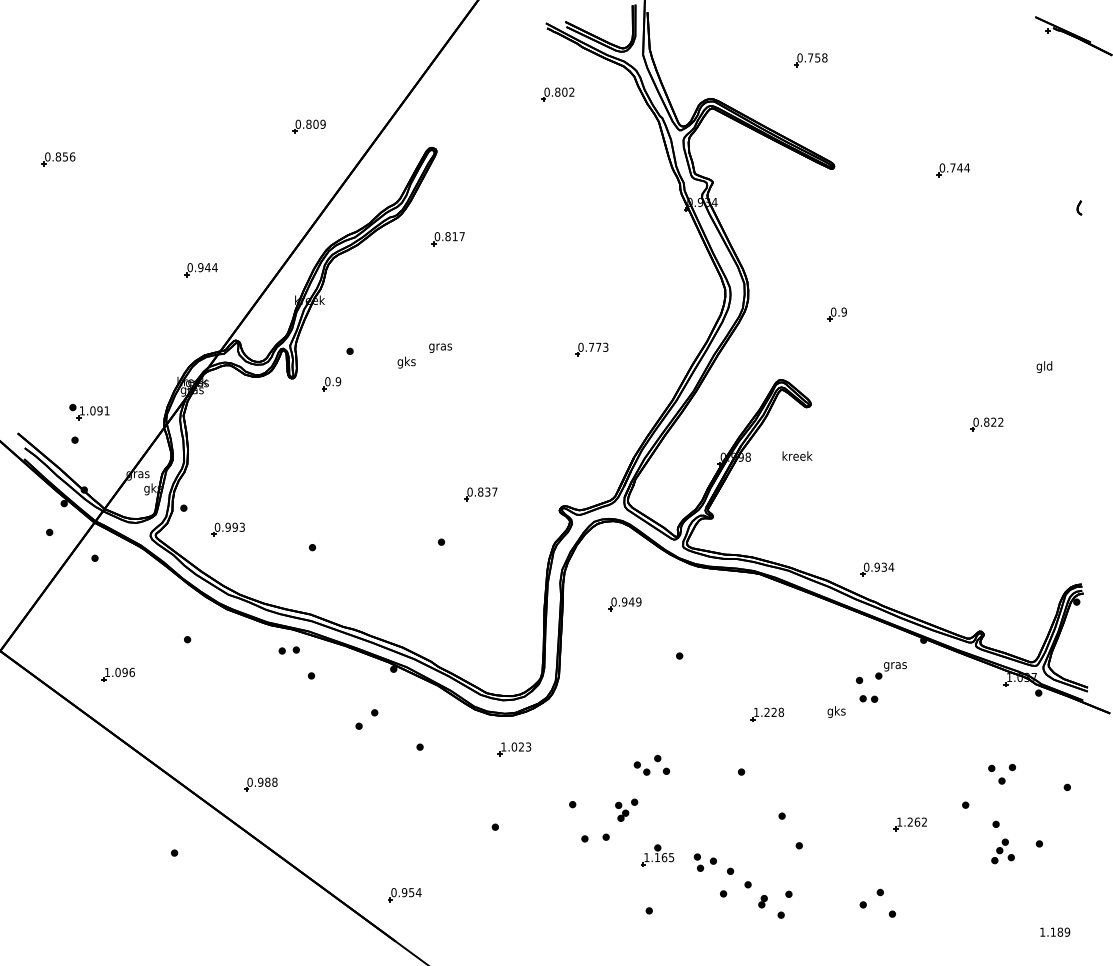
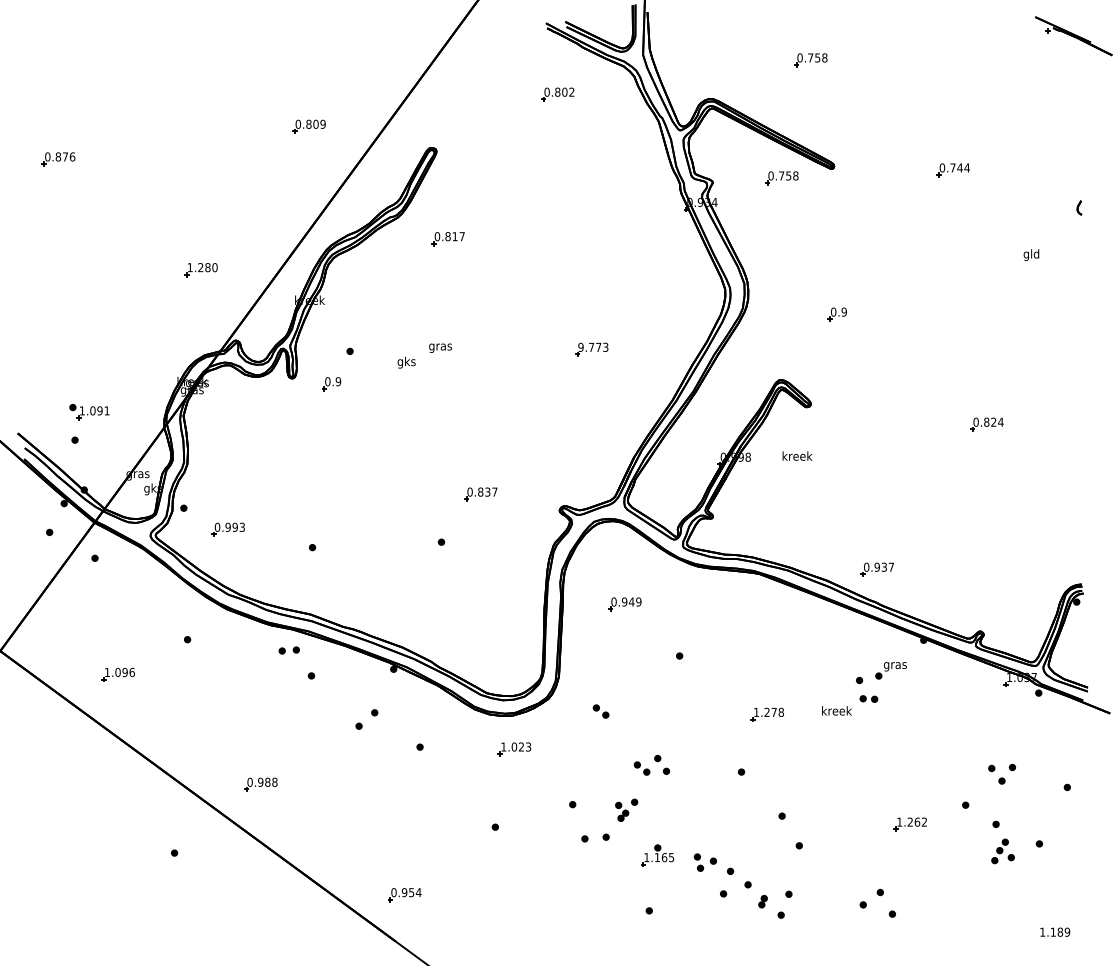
text at (64, 156): 0.856 -> 0.876
part at (781, 178): none -> present
text at (202, 267): 0.944 -> 1.280
text at (580, 347): 0.773 -> 9.773
text at (1044, 366) position: (1044, 366) -> (1031, 254)
text at (1000, 421): 0.822 -> 0.824
text at (891, 566): 0.934 -> 0.937
part at (600, 711): none -> present
text at (773, 711): 1.228 -> 1.278
text at (836, 711): gks -> kreek
